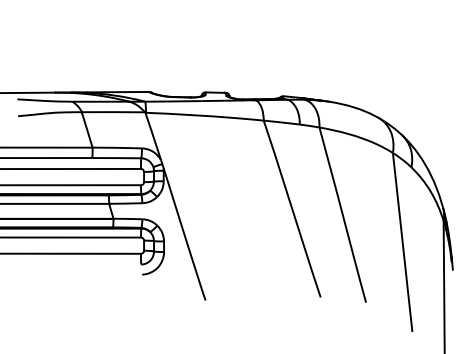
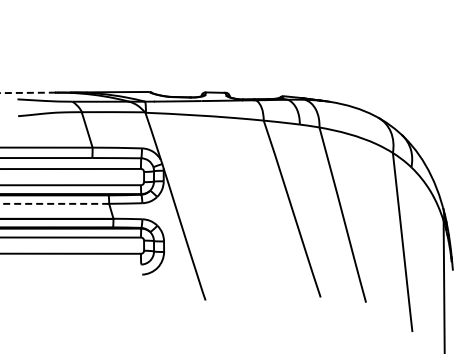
line at (27, 92): solid -> dashed
line at (54, 203): solid -> dashed
